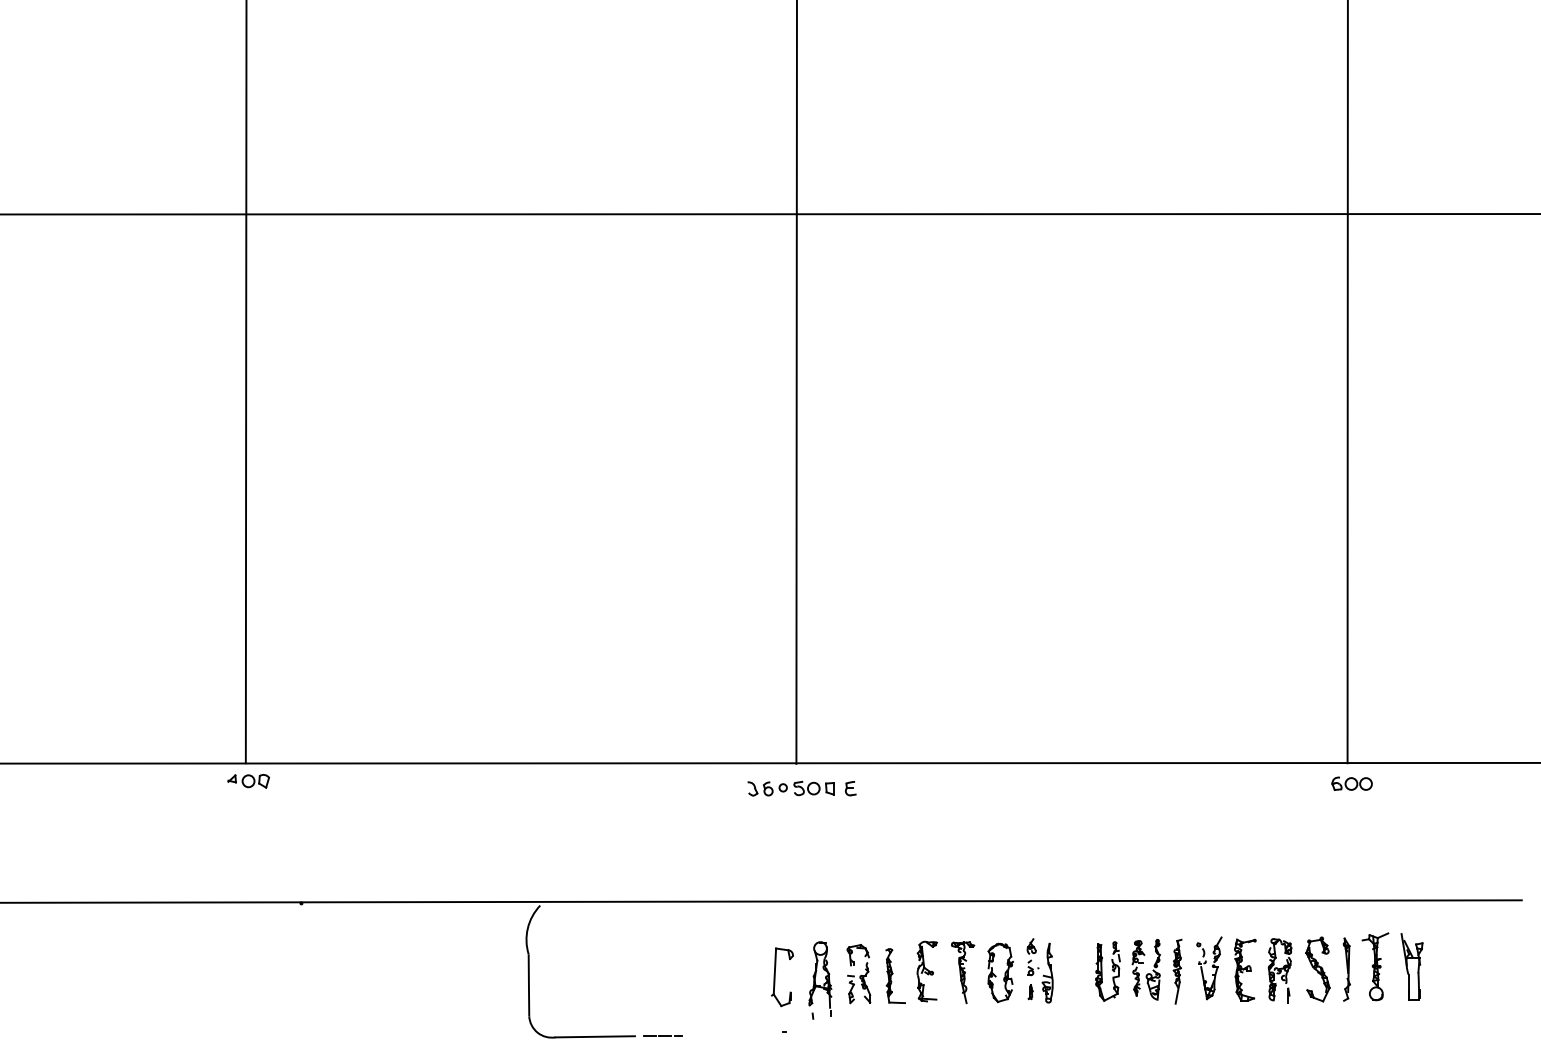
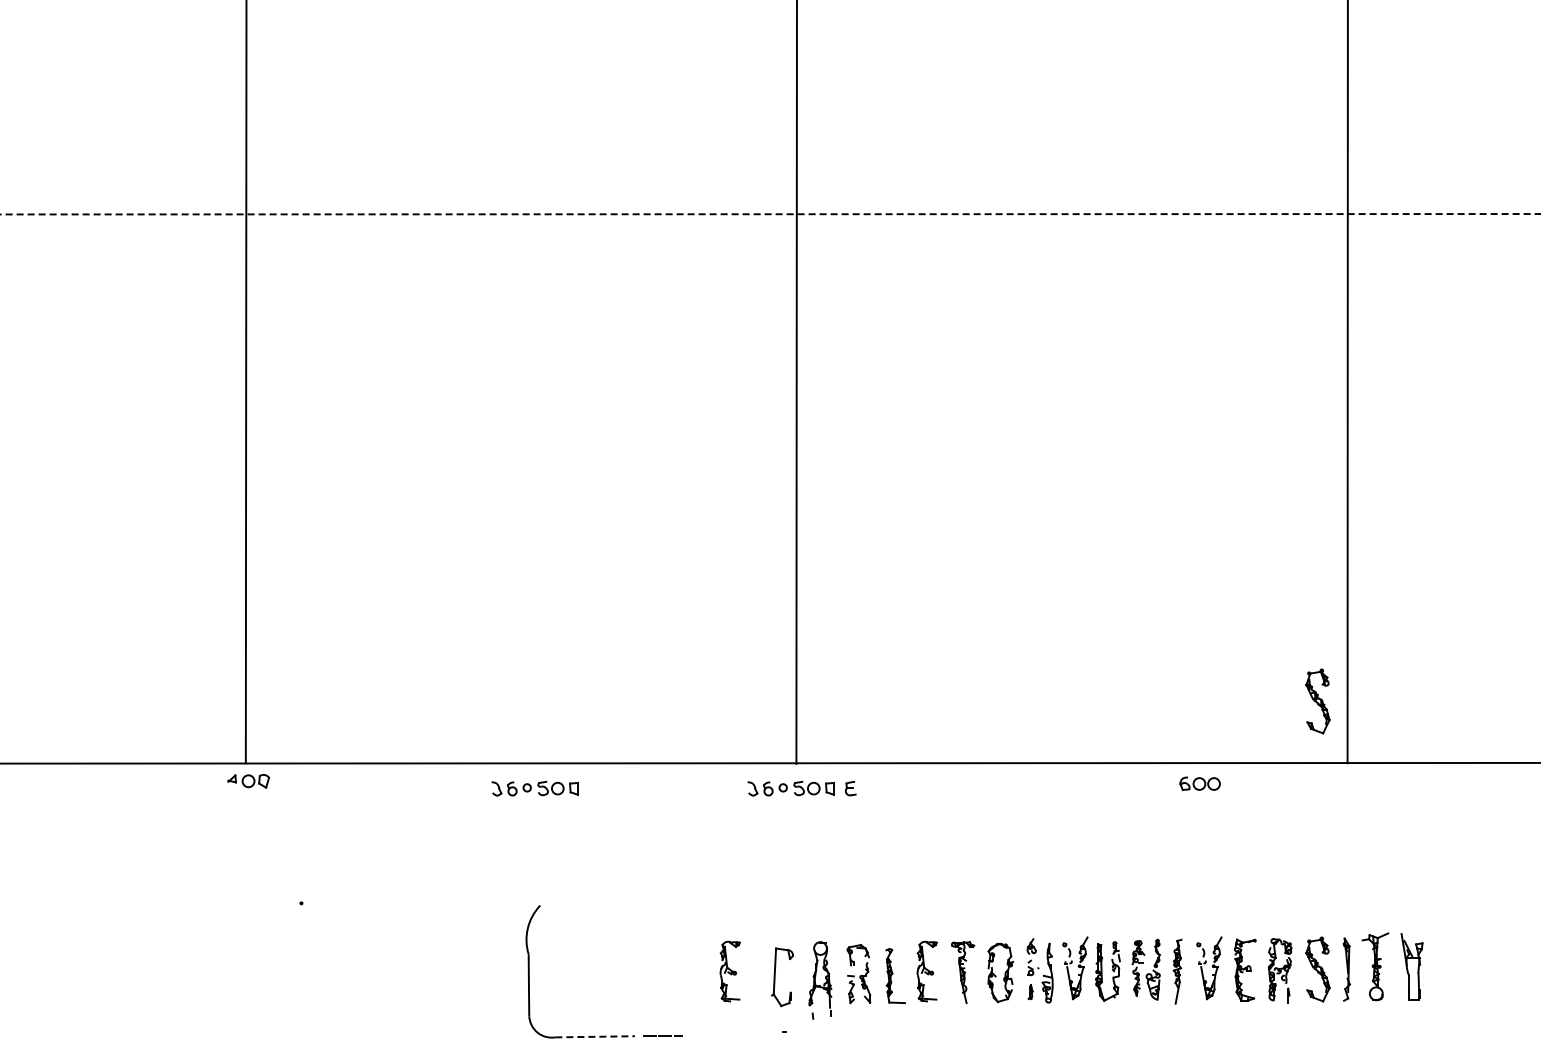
line at (770, 214): solid -> dashed
part at (1317, 701): none -> present
part at (1351, 783) position: (1351, 783) -> (1199, 783)
part at (534, 788): none -> present
line at (761, 901): present -> none
part at (1075, 968): none -> present
part at (729, 971): none -> present
line at (595, 1036): solid -> dashed
